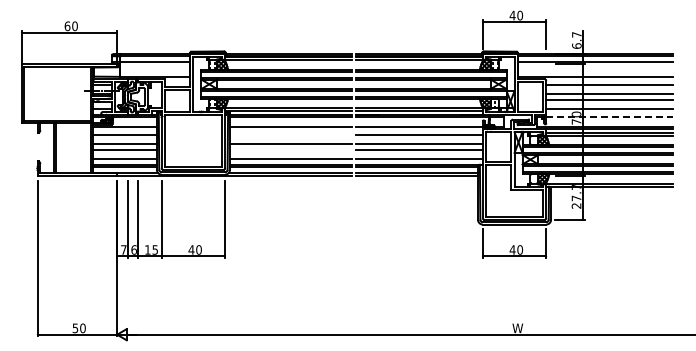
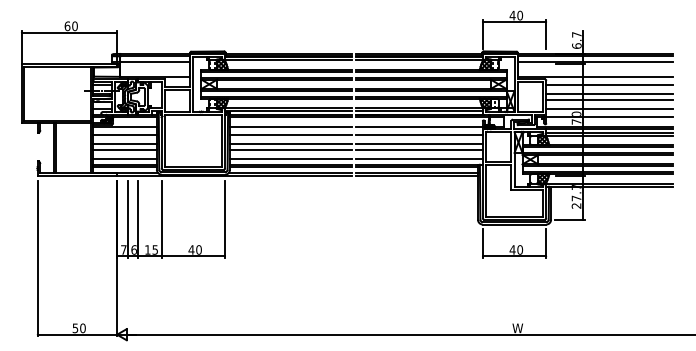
line at (610, 117): dashed -> solid
line at (290, 134): none -> present
line at (290, 149): none -> present
